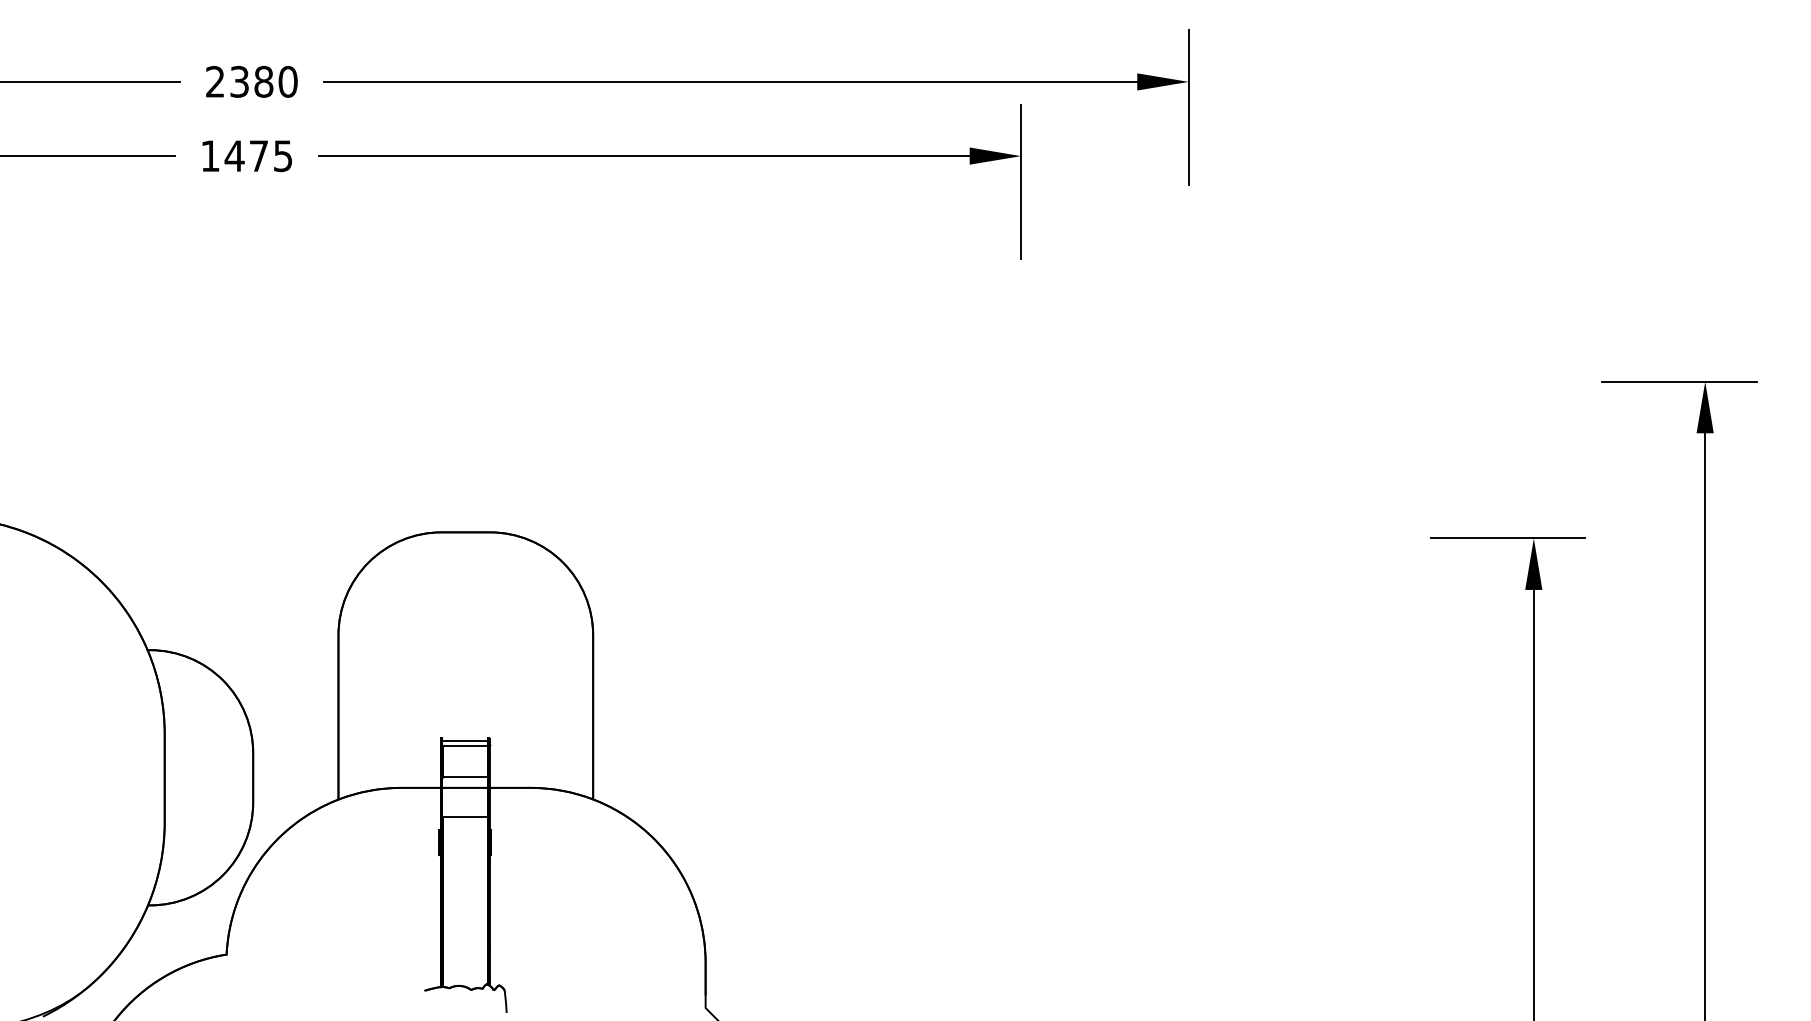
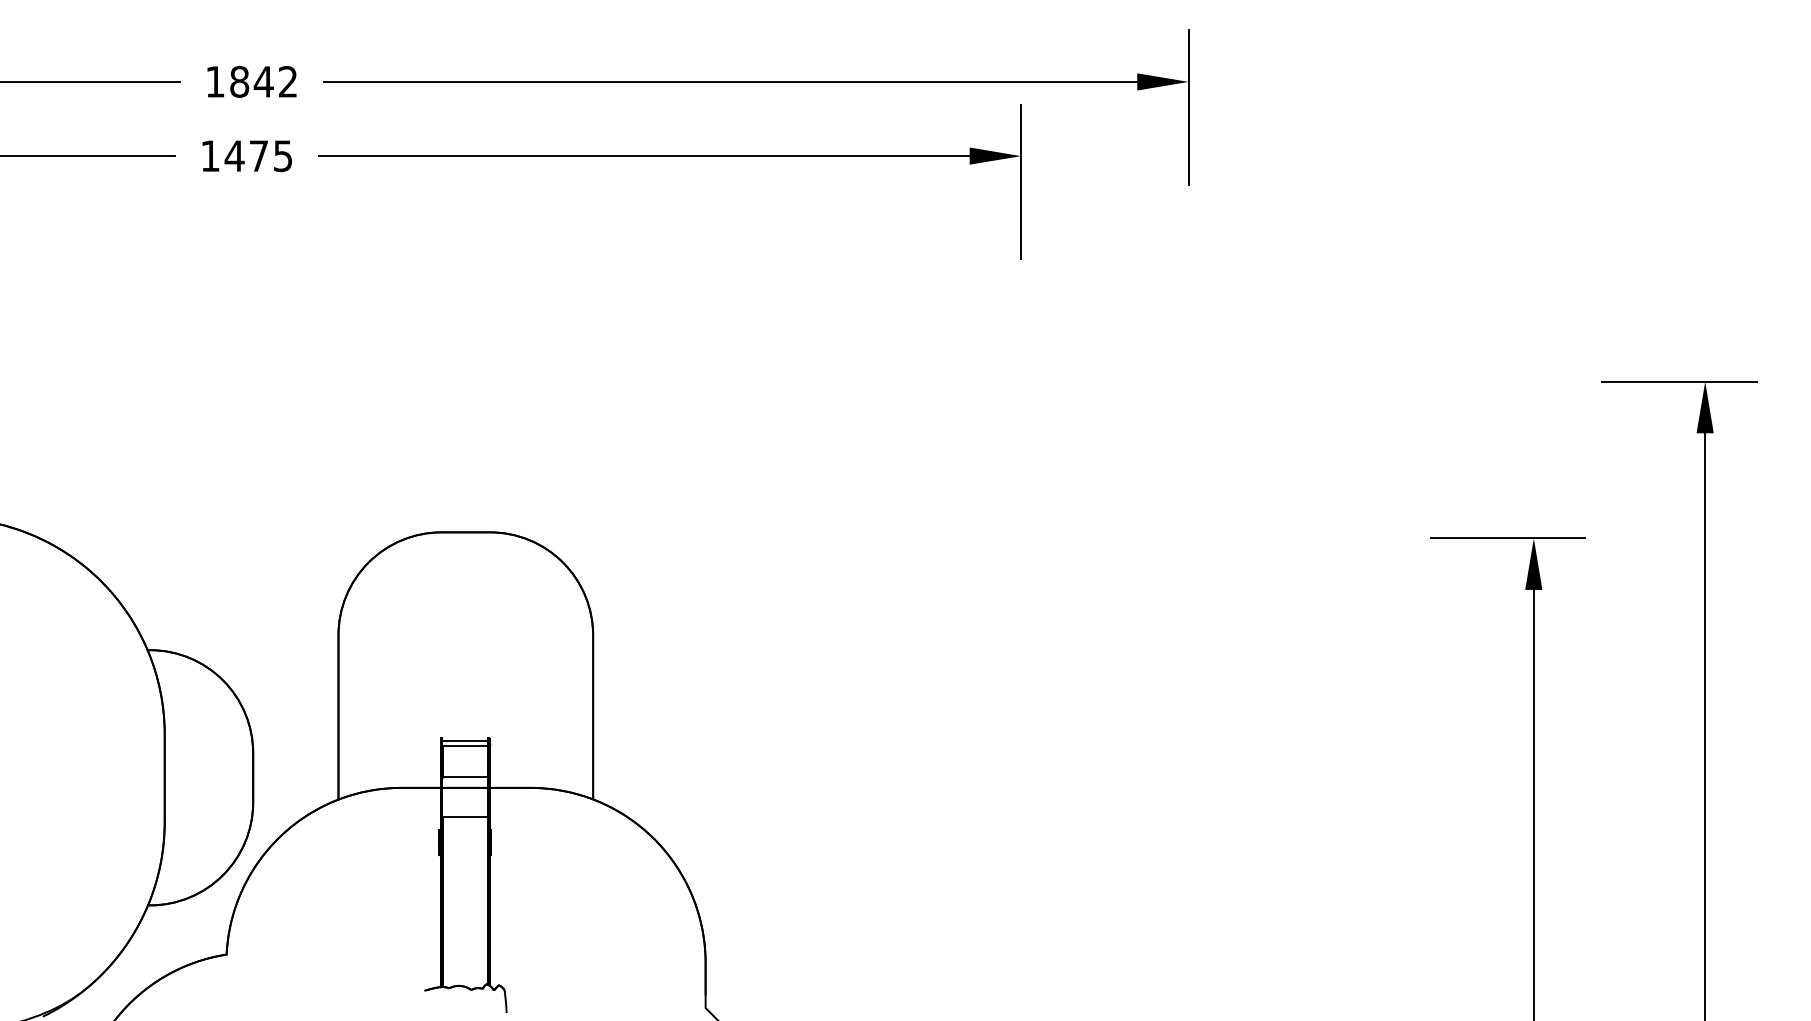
text at (251, 81): 2380 -> 1842
